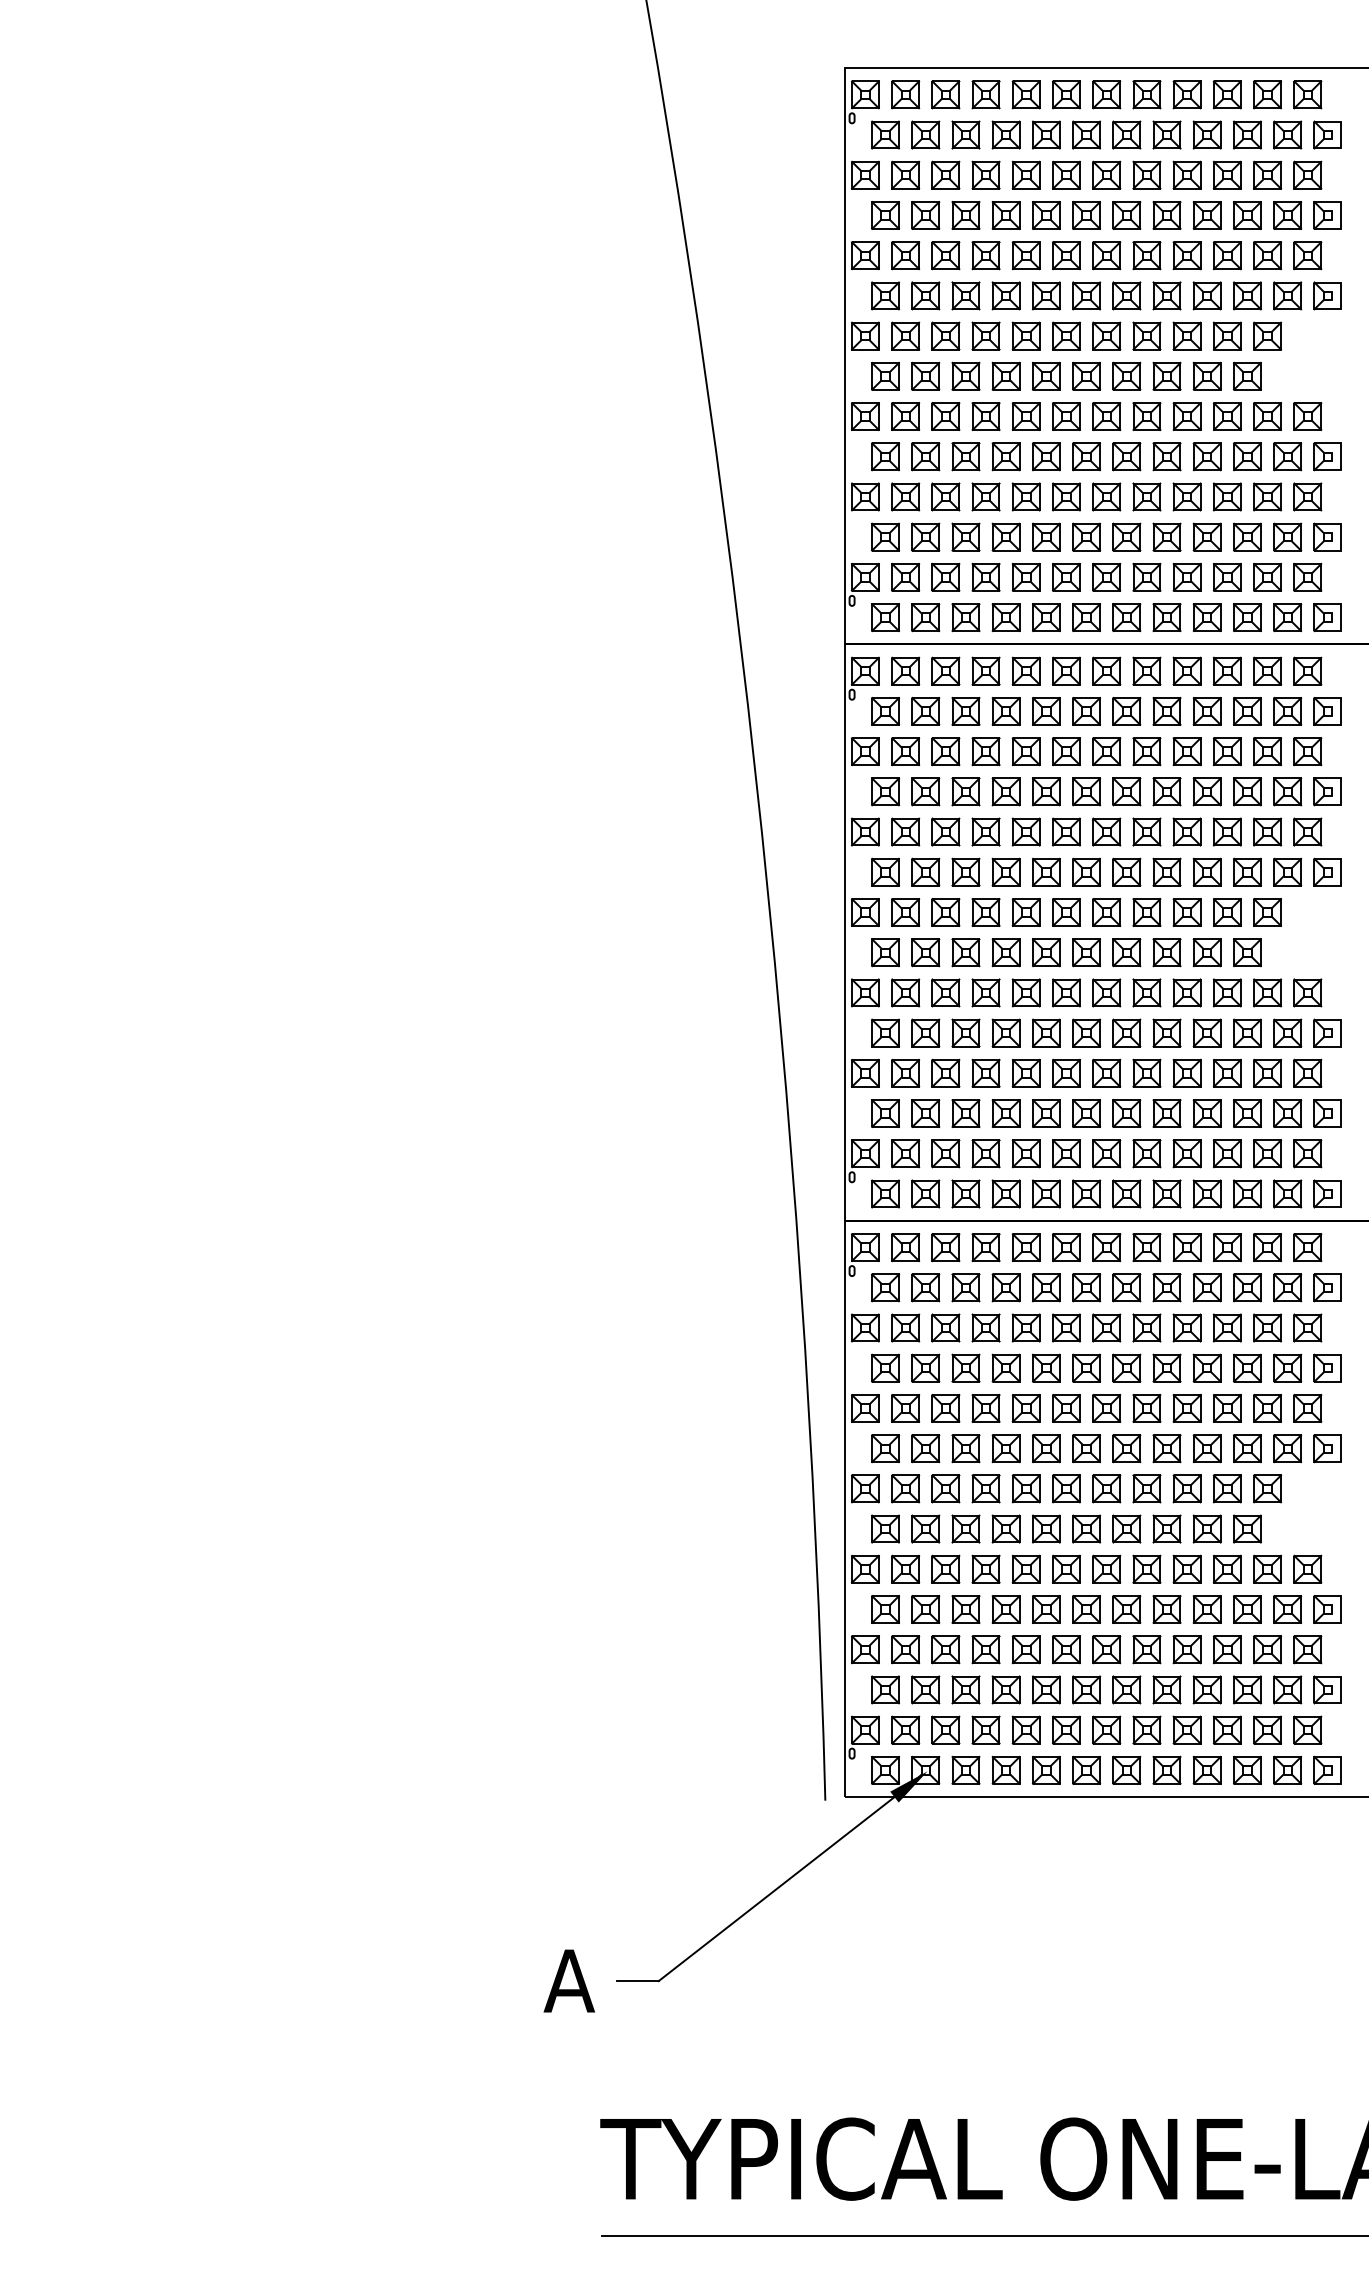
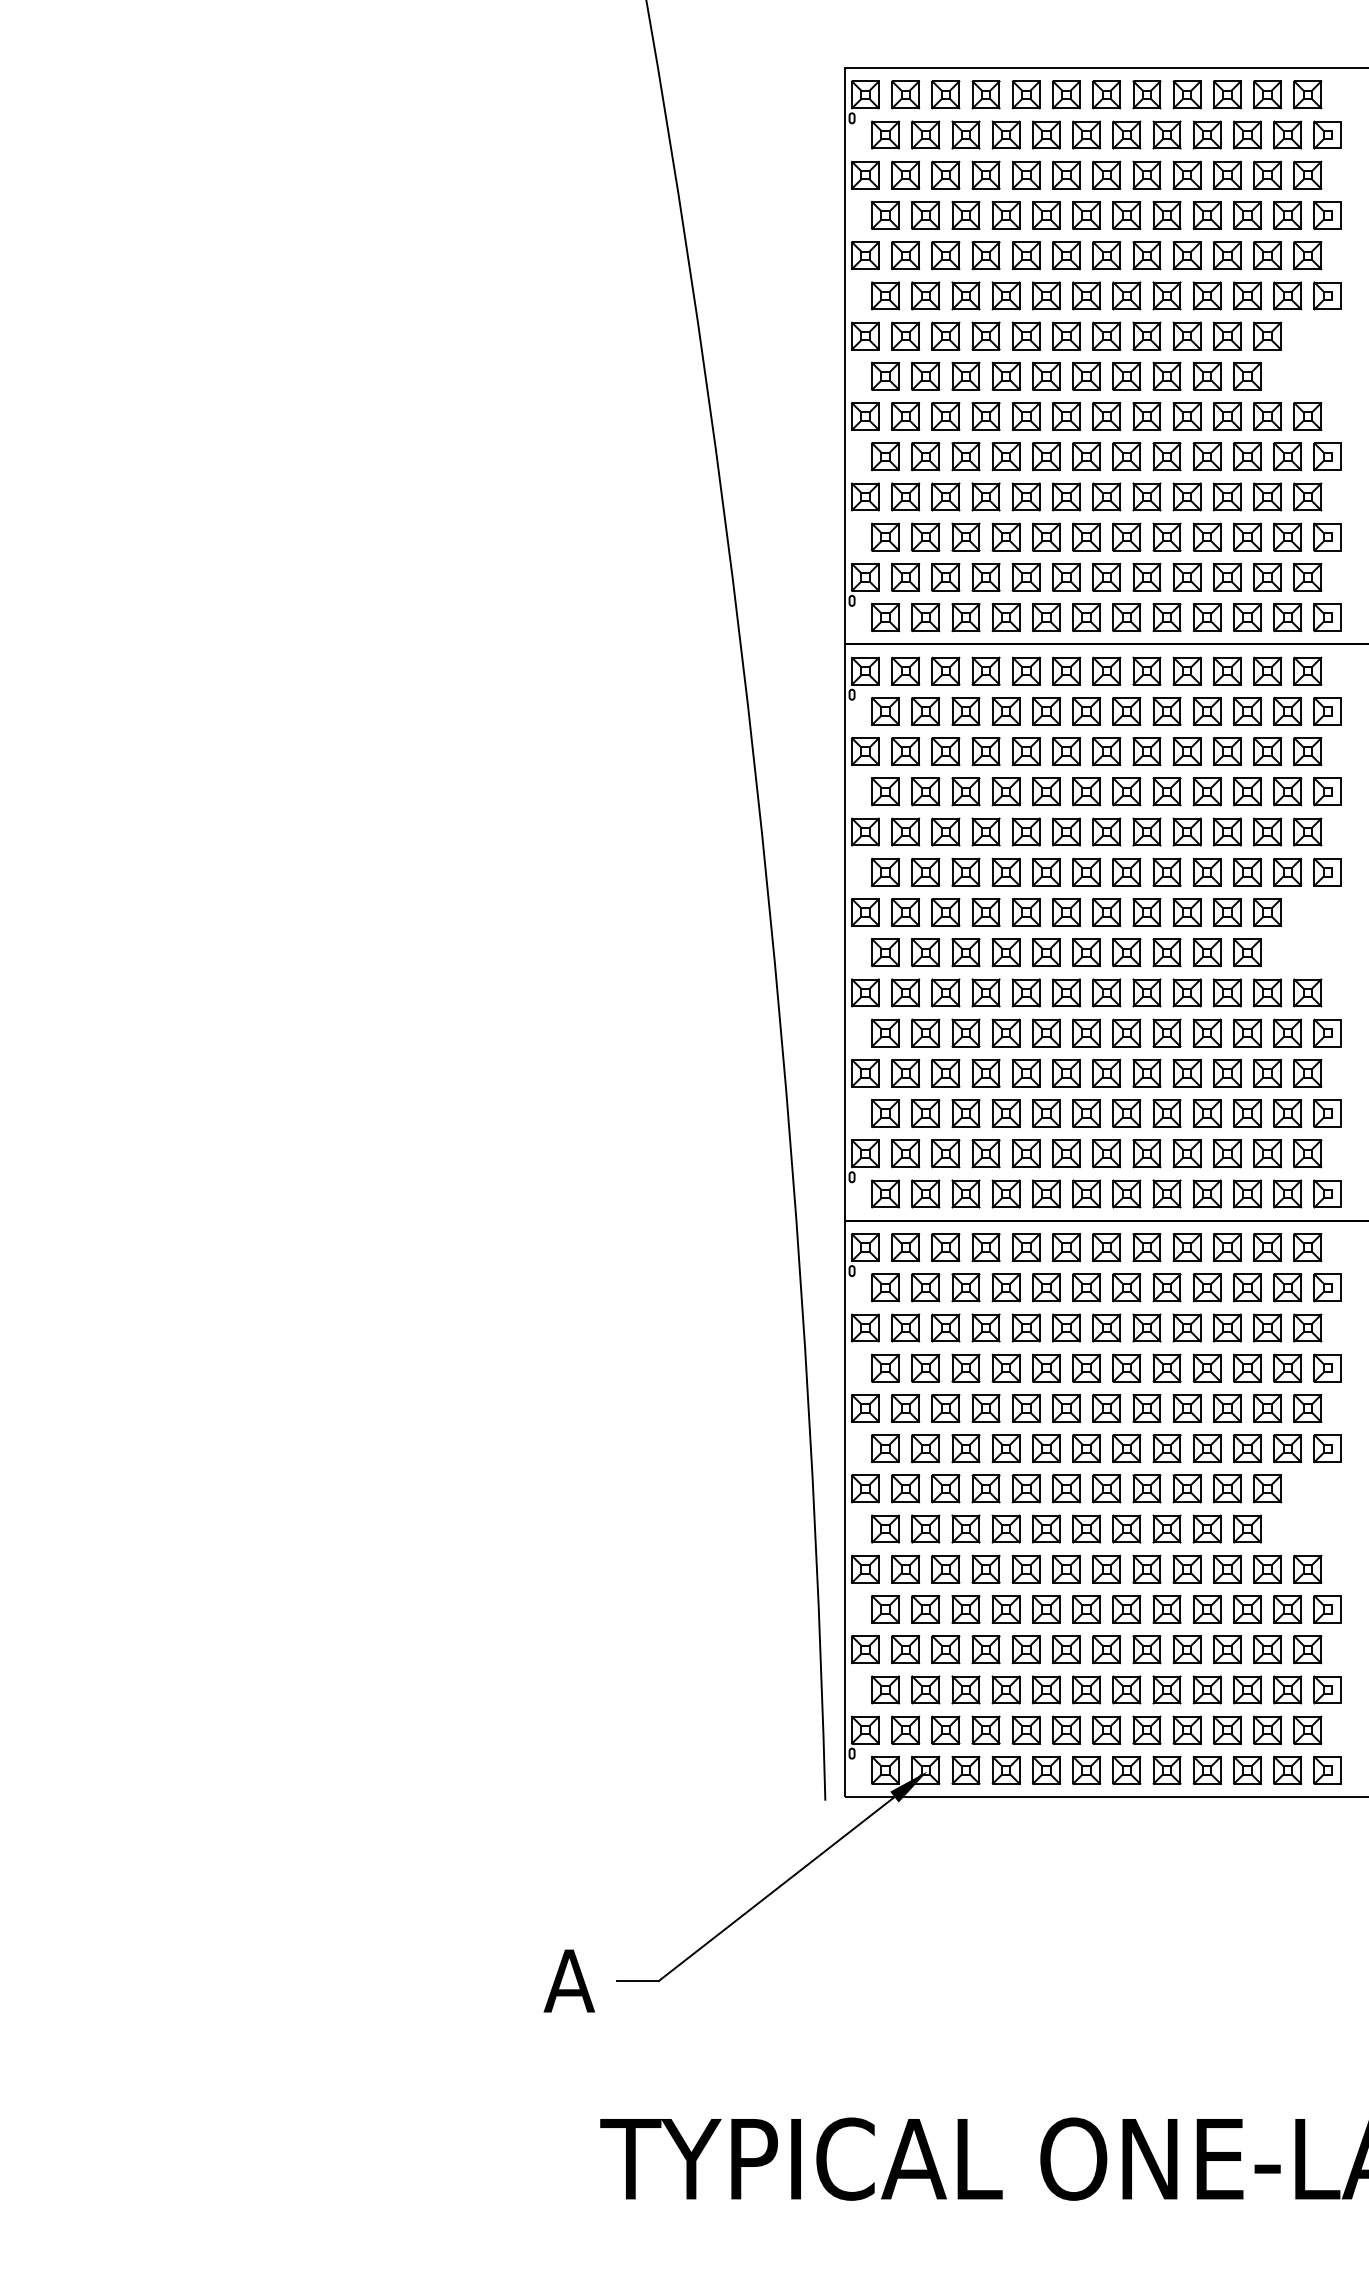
line at (983, 2235): present -> none
